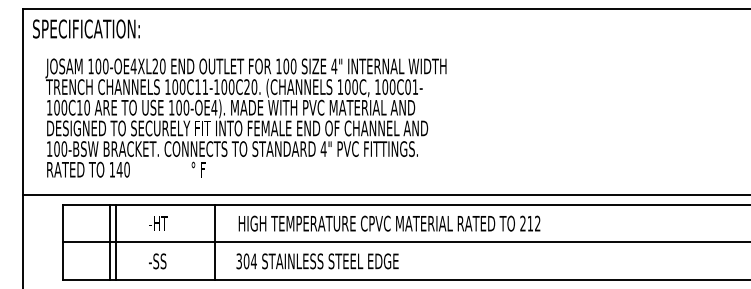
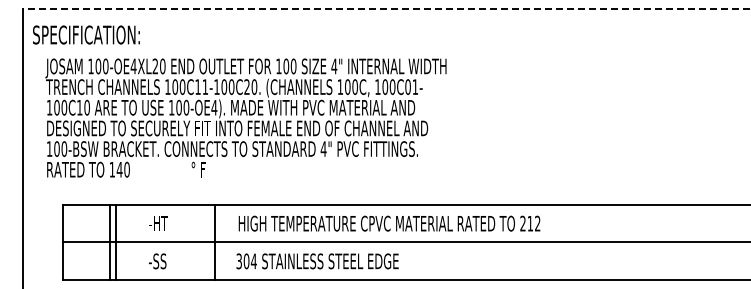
line at (386, 8): solid -> dashed
text at (86, 28) position: (86, 28) -> (86, 34)
line at (384, 194): present -> none
